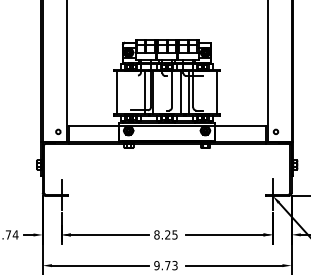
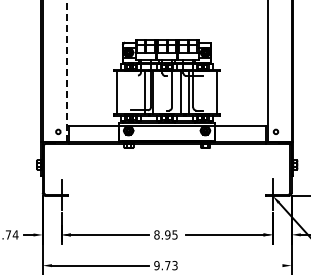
line at (66, 71): solid -> dashed
text at (167, 234): 8.25 -> 8.95
line at (233, 265): present -> none
